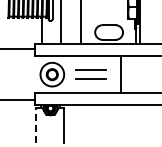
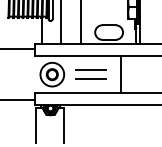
line at (36, 124): dashed -> solid
